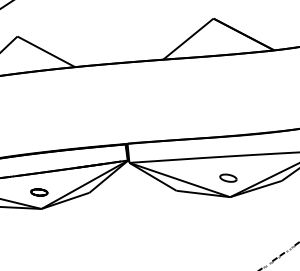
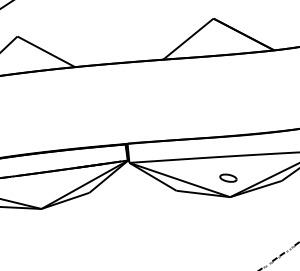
part at (39, 192): present -> none
